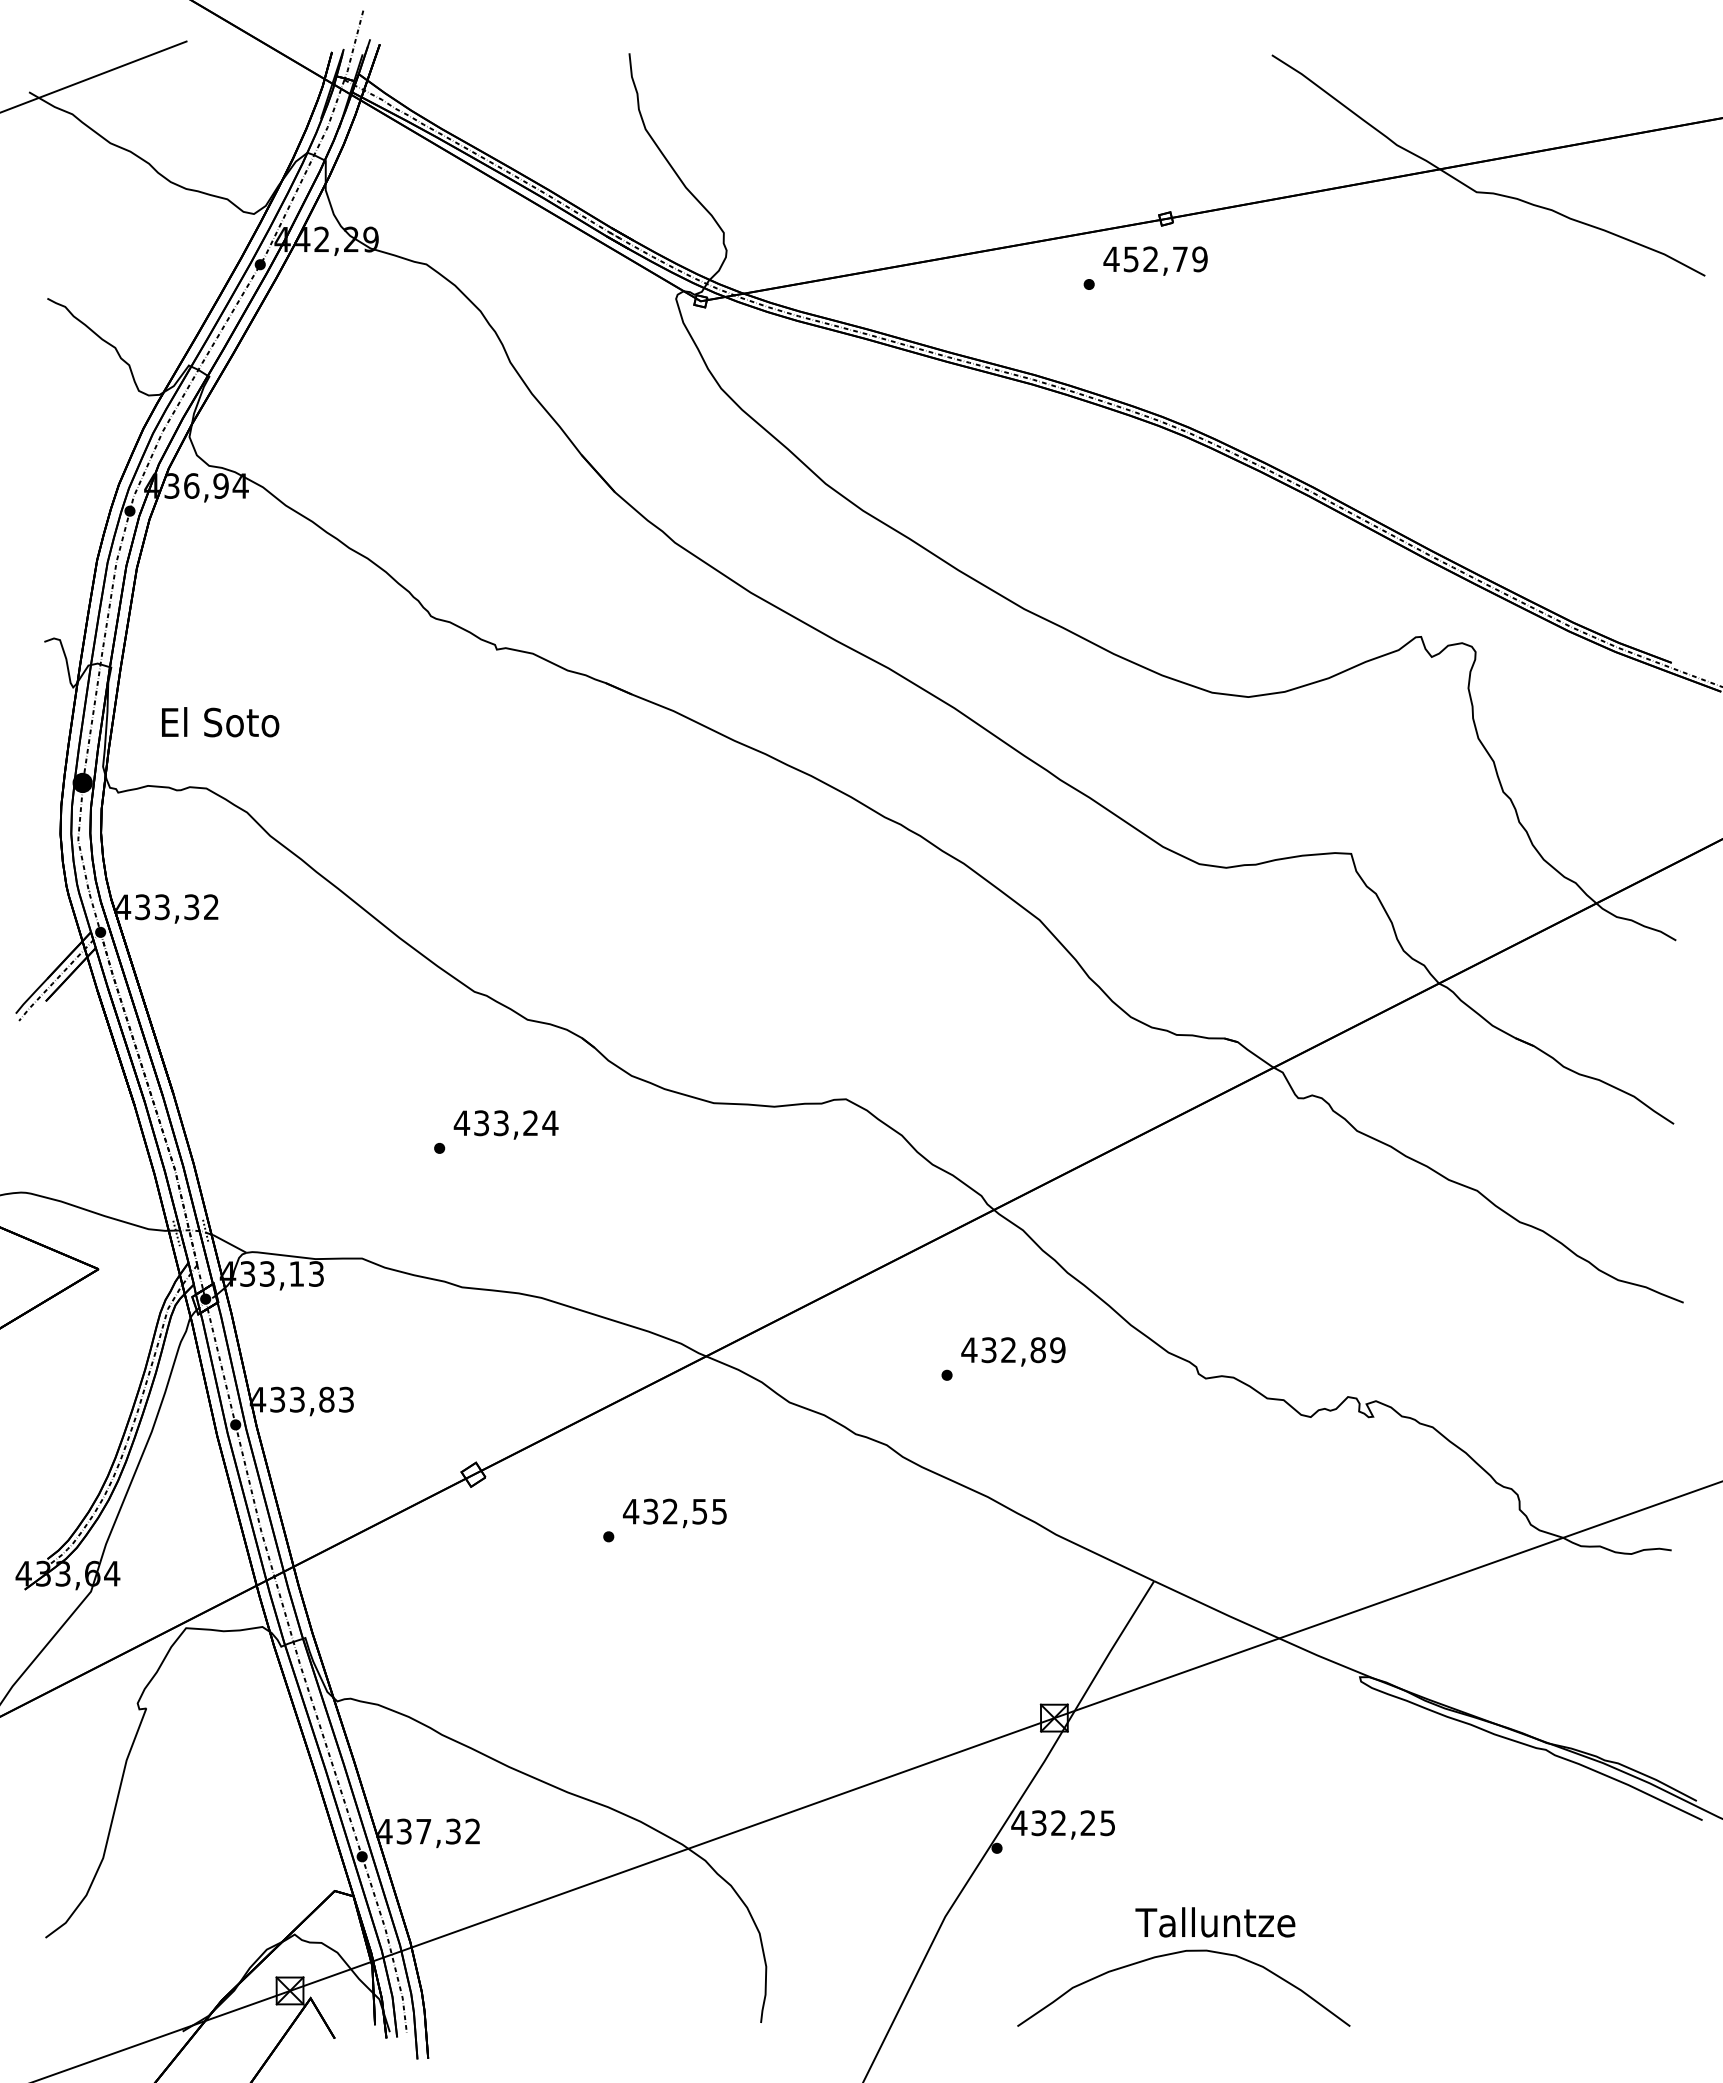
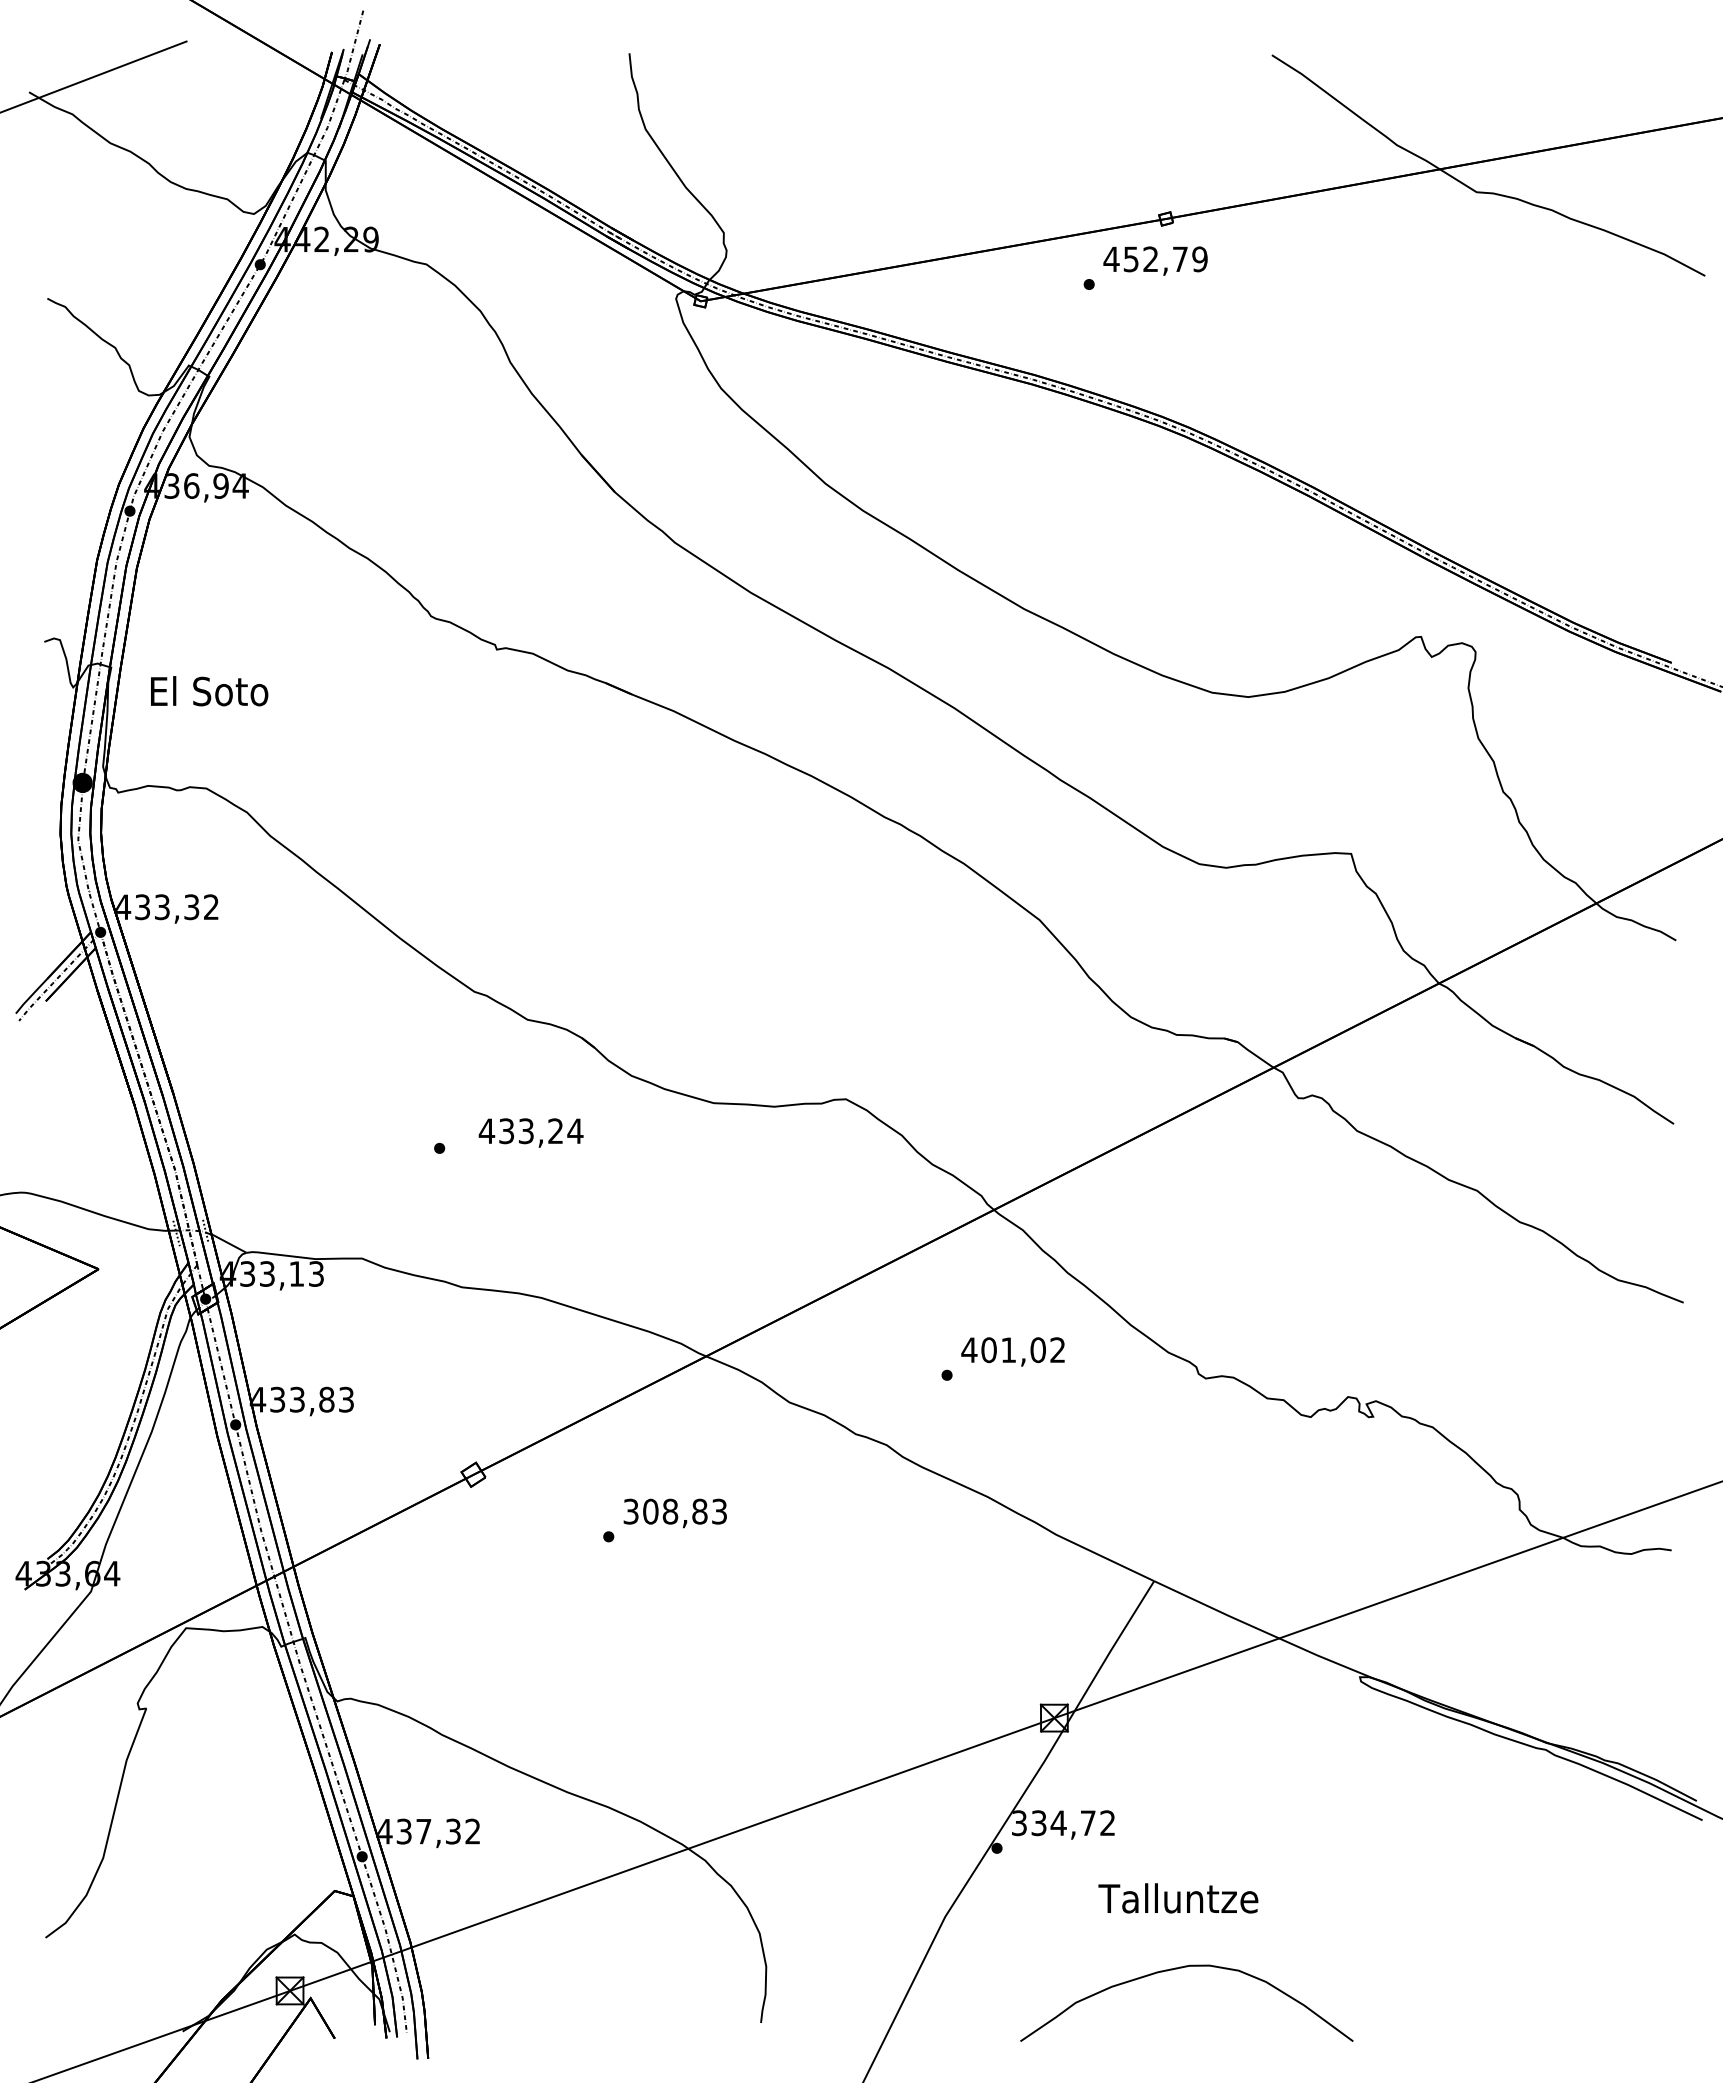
text at (220, 722) position: (220, 722) -> (209, 691)
text at (505, 1124) position: (505, 1124) -> (530, 1132)
text at (1023, 1350): 432,89 -> 401,02
text at (674, 1511): 432,55 -> 308,83
text at (1062, 1823): 432,25 -> 334,72
text at (1215, 1922) position: (1215, 1922) -> (1178, 1898)
curve at (1174, 1954) position: (1174, 1954) -> (1177, 1969)
